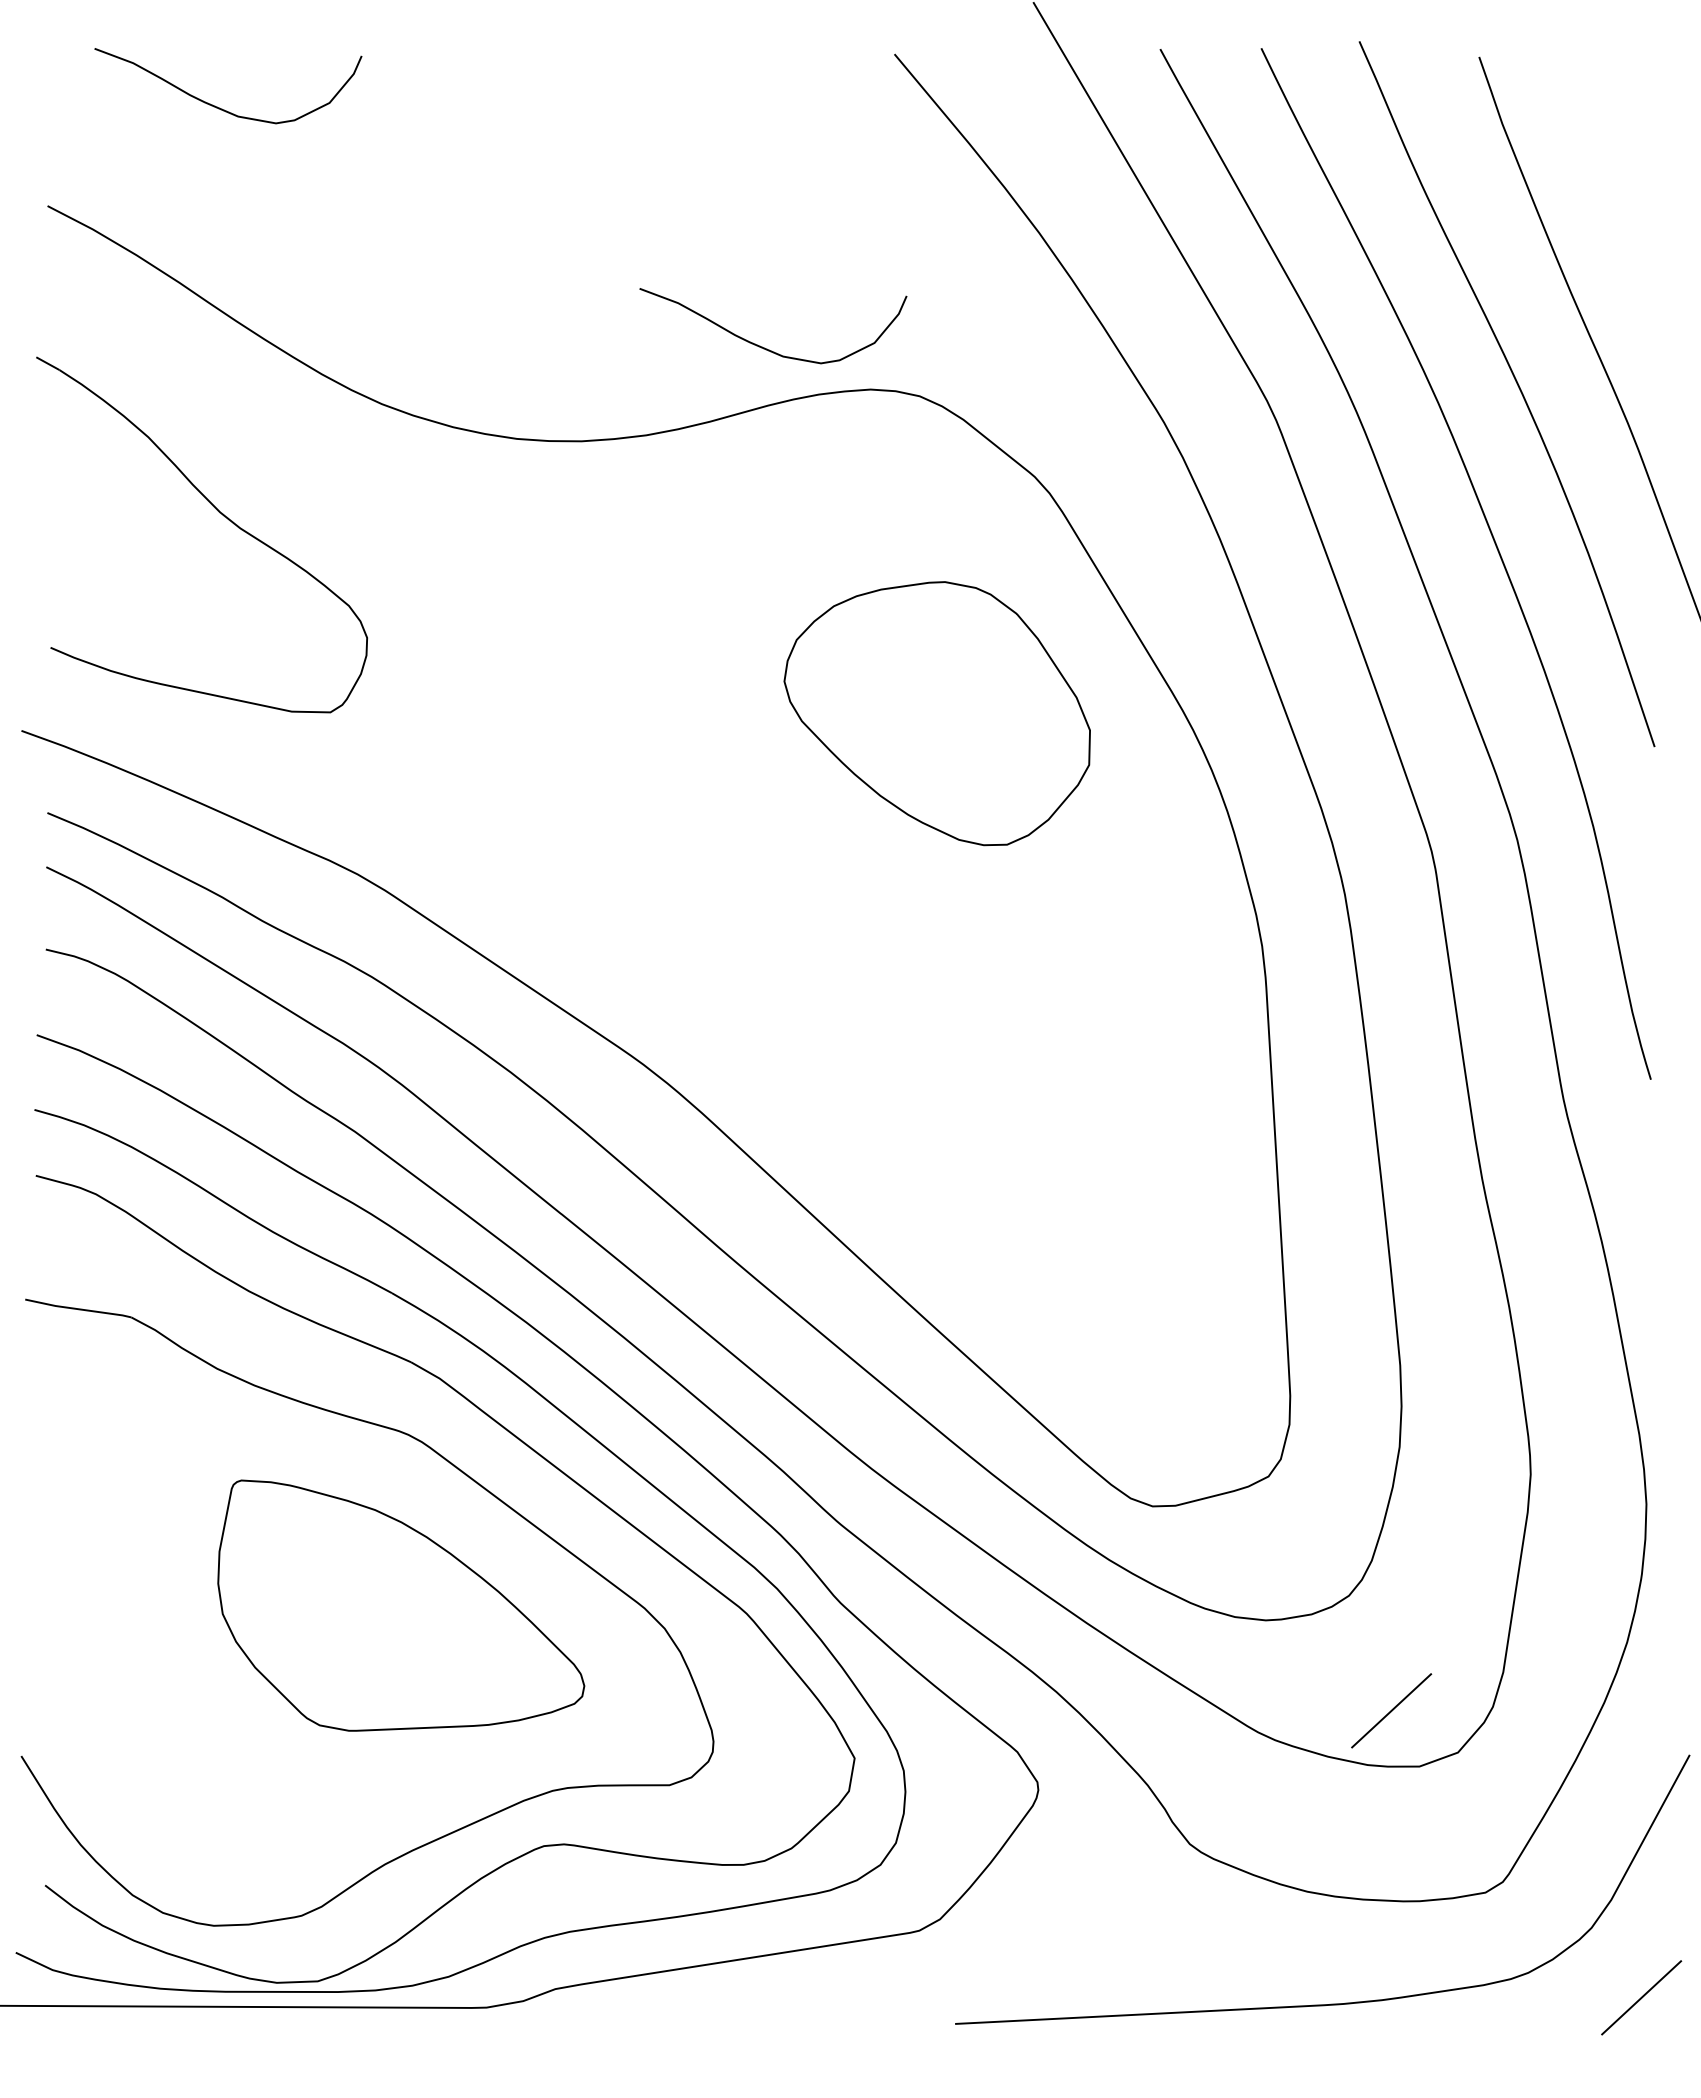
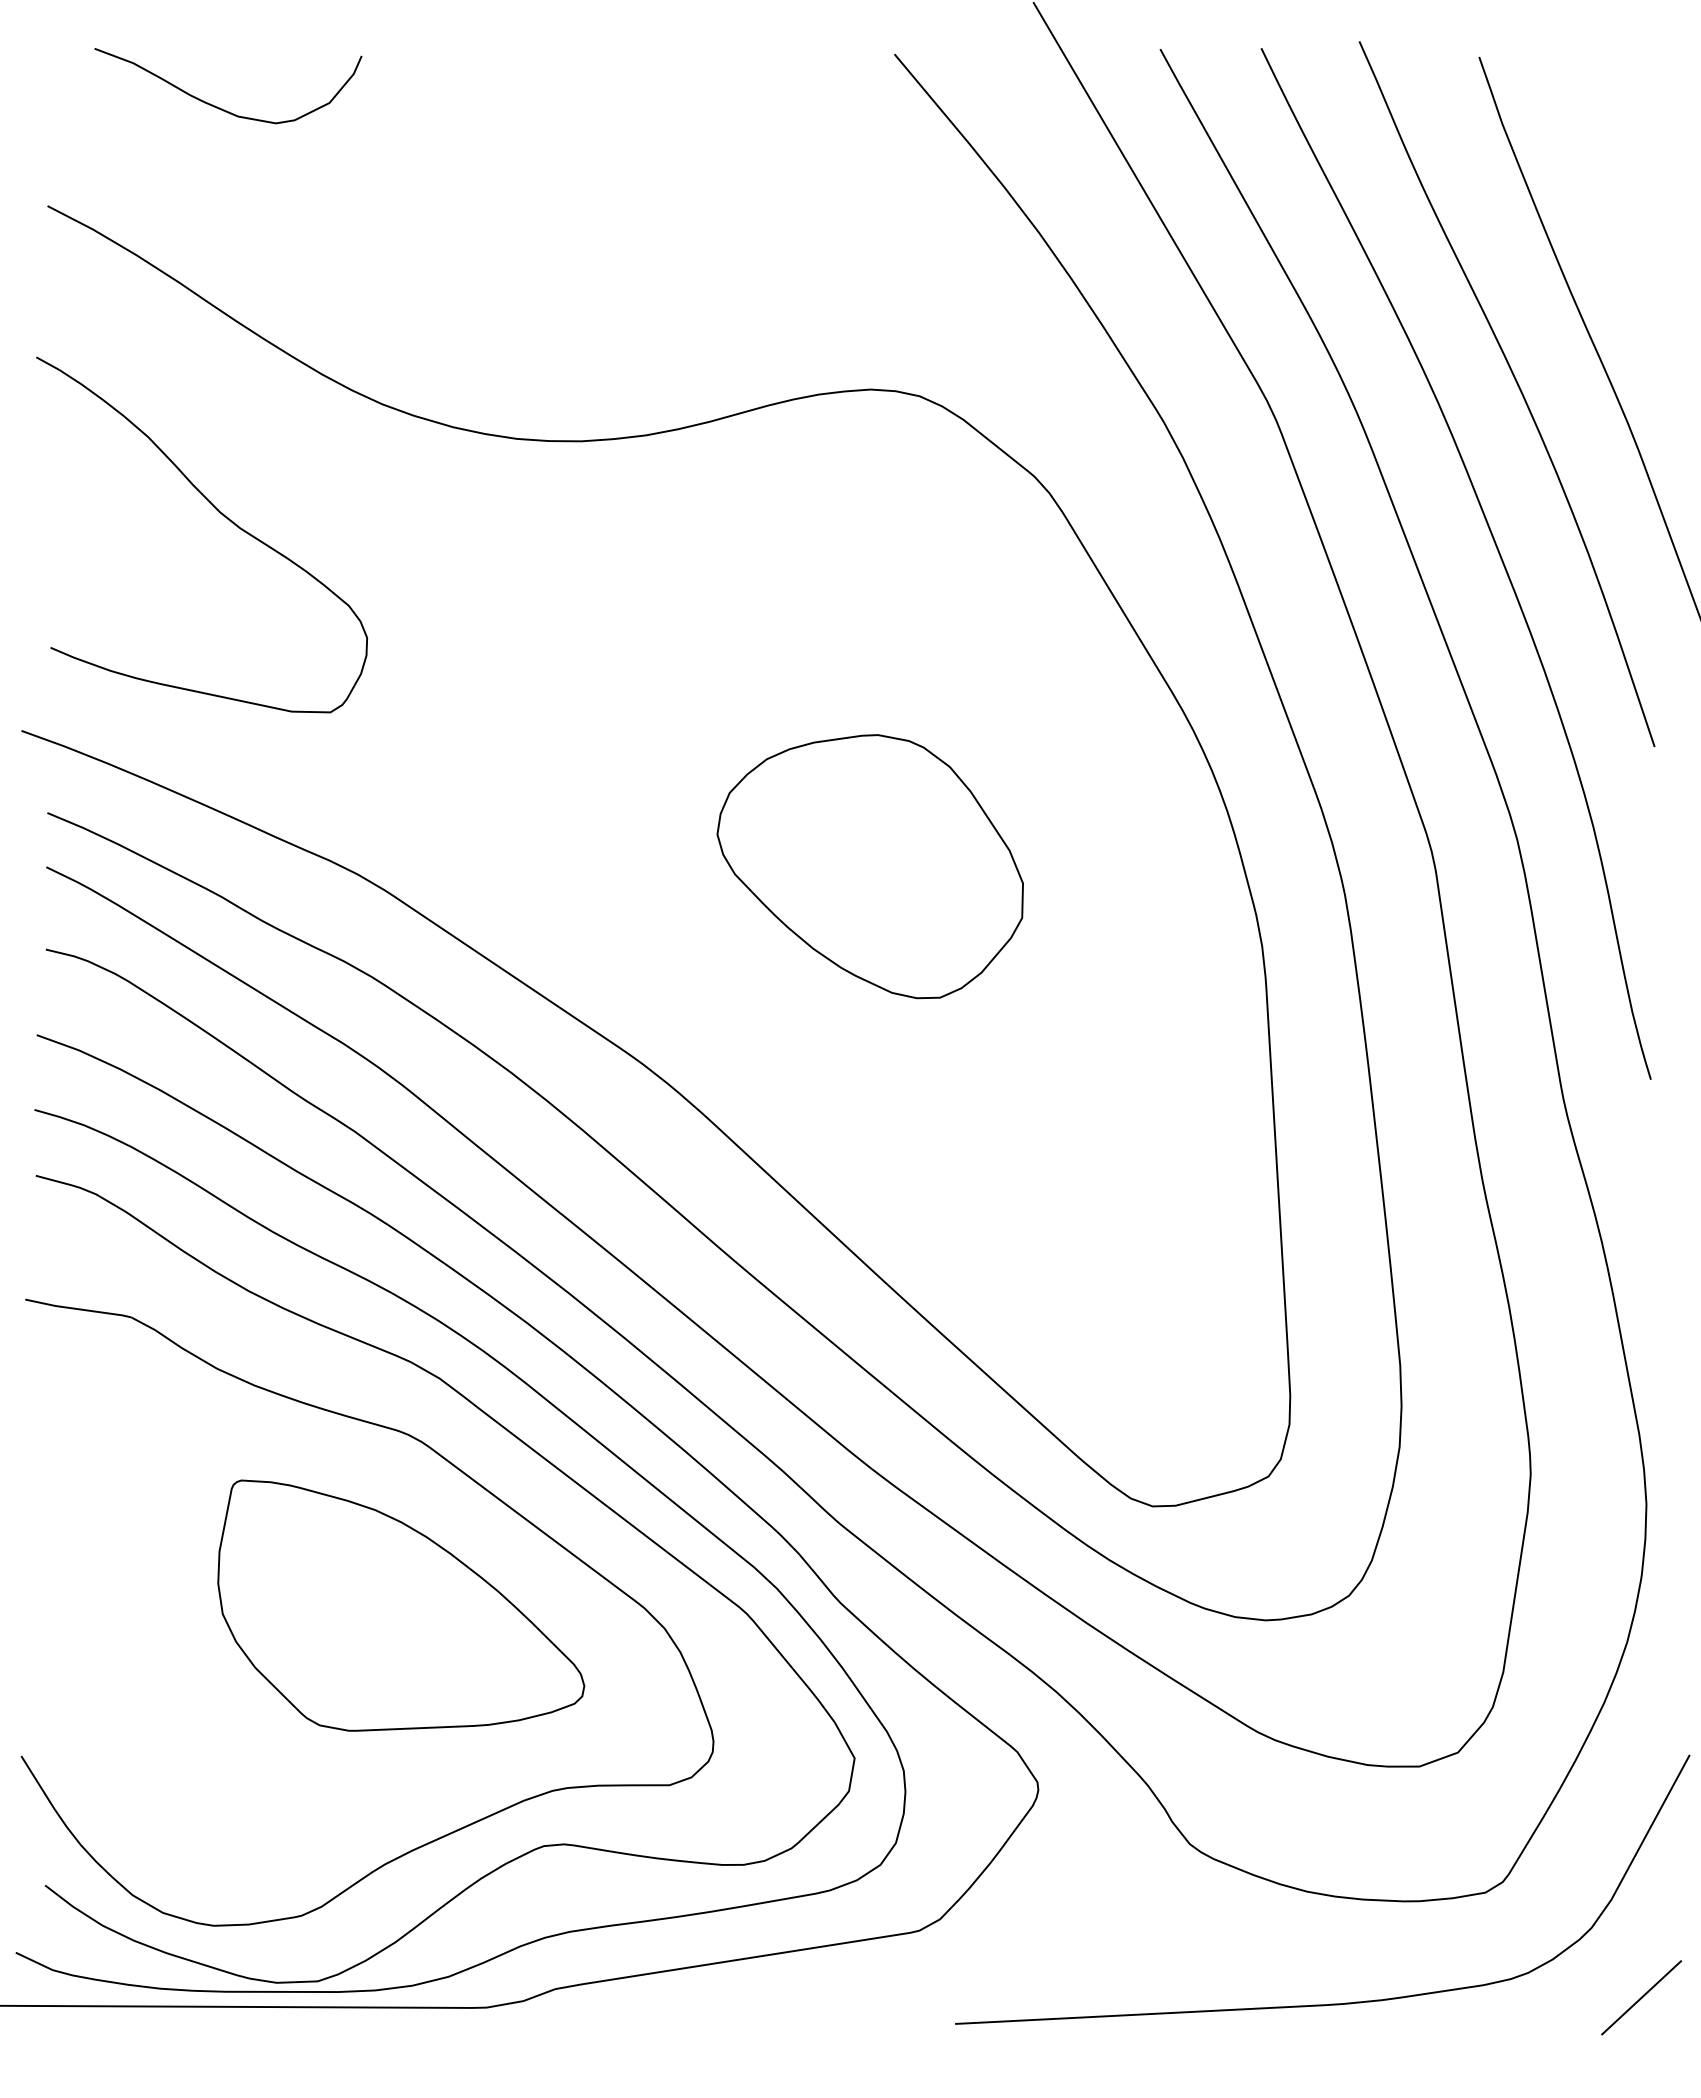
curve at (767, 348): present -> none
part at (936, 713) position: (936, 713) -> (869, 866)
line at (1391, 1710): present -> none
